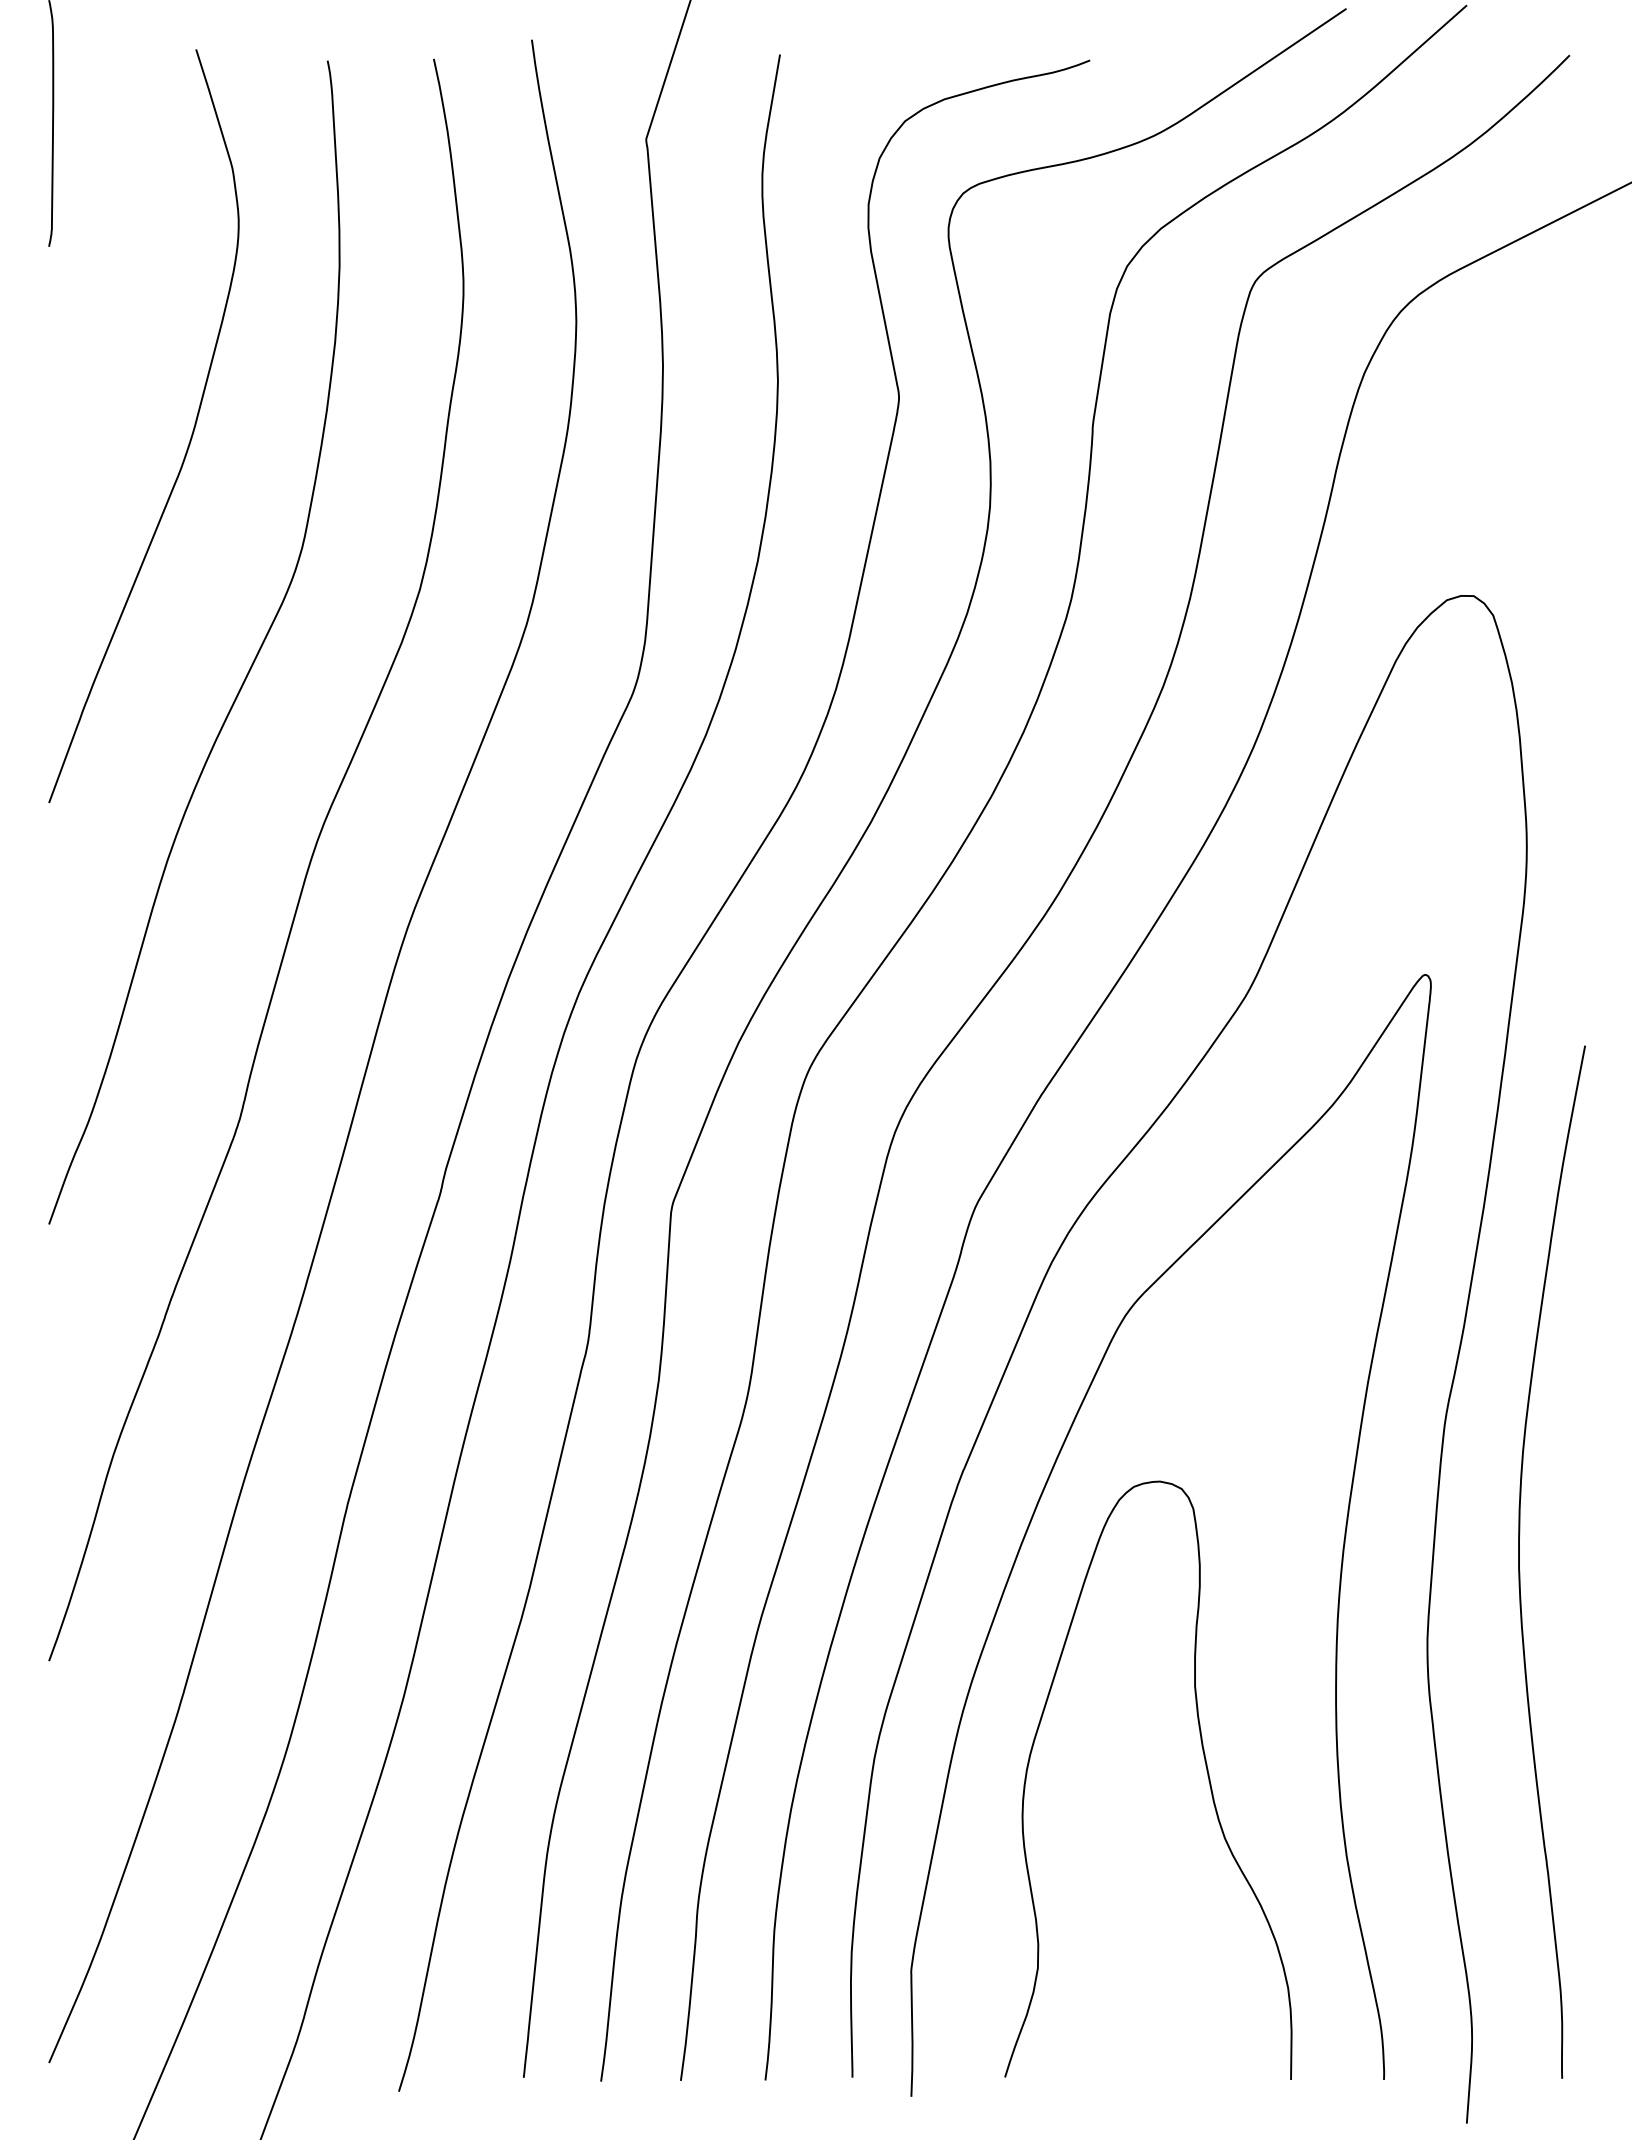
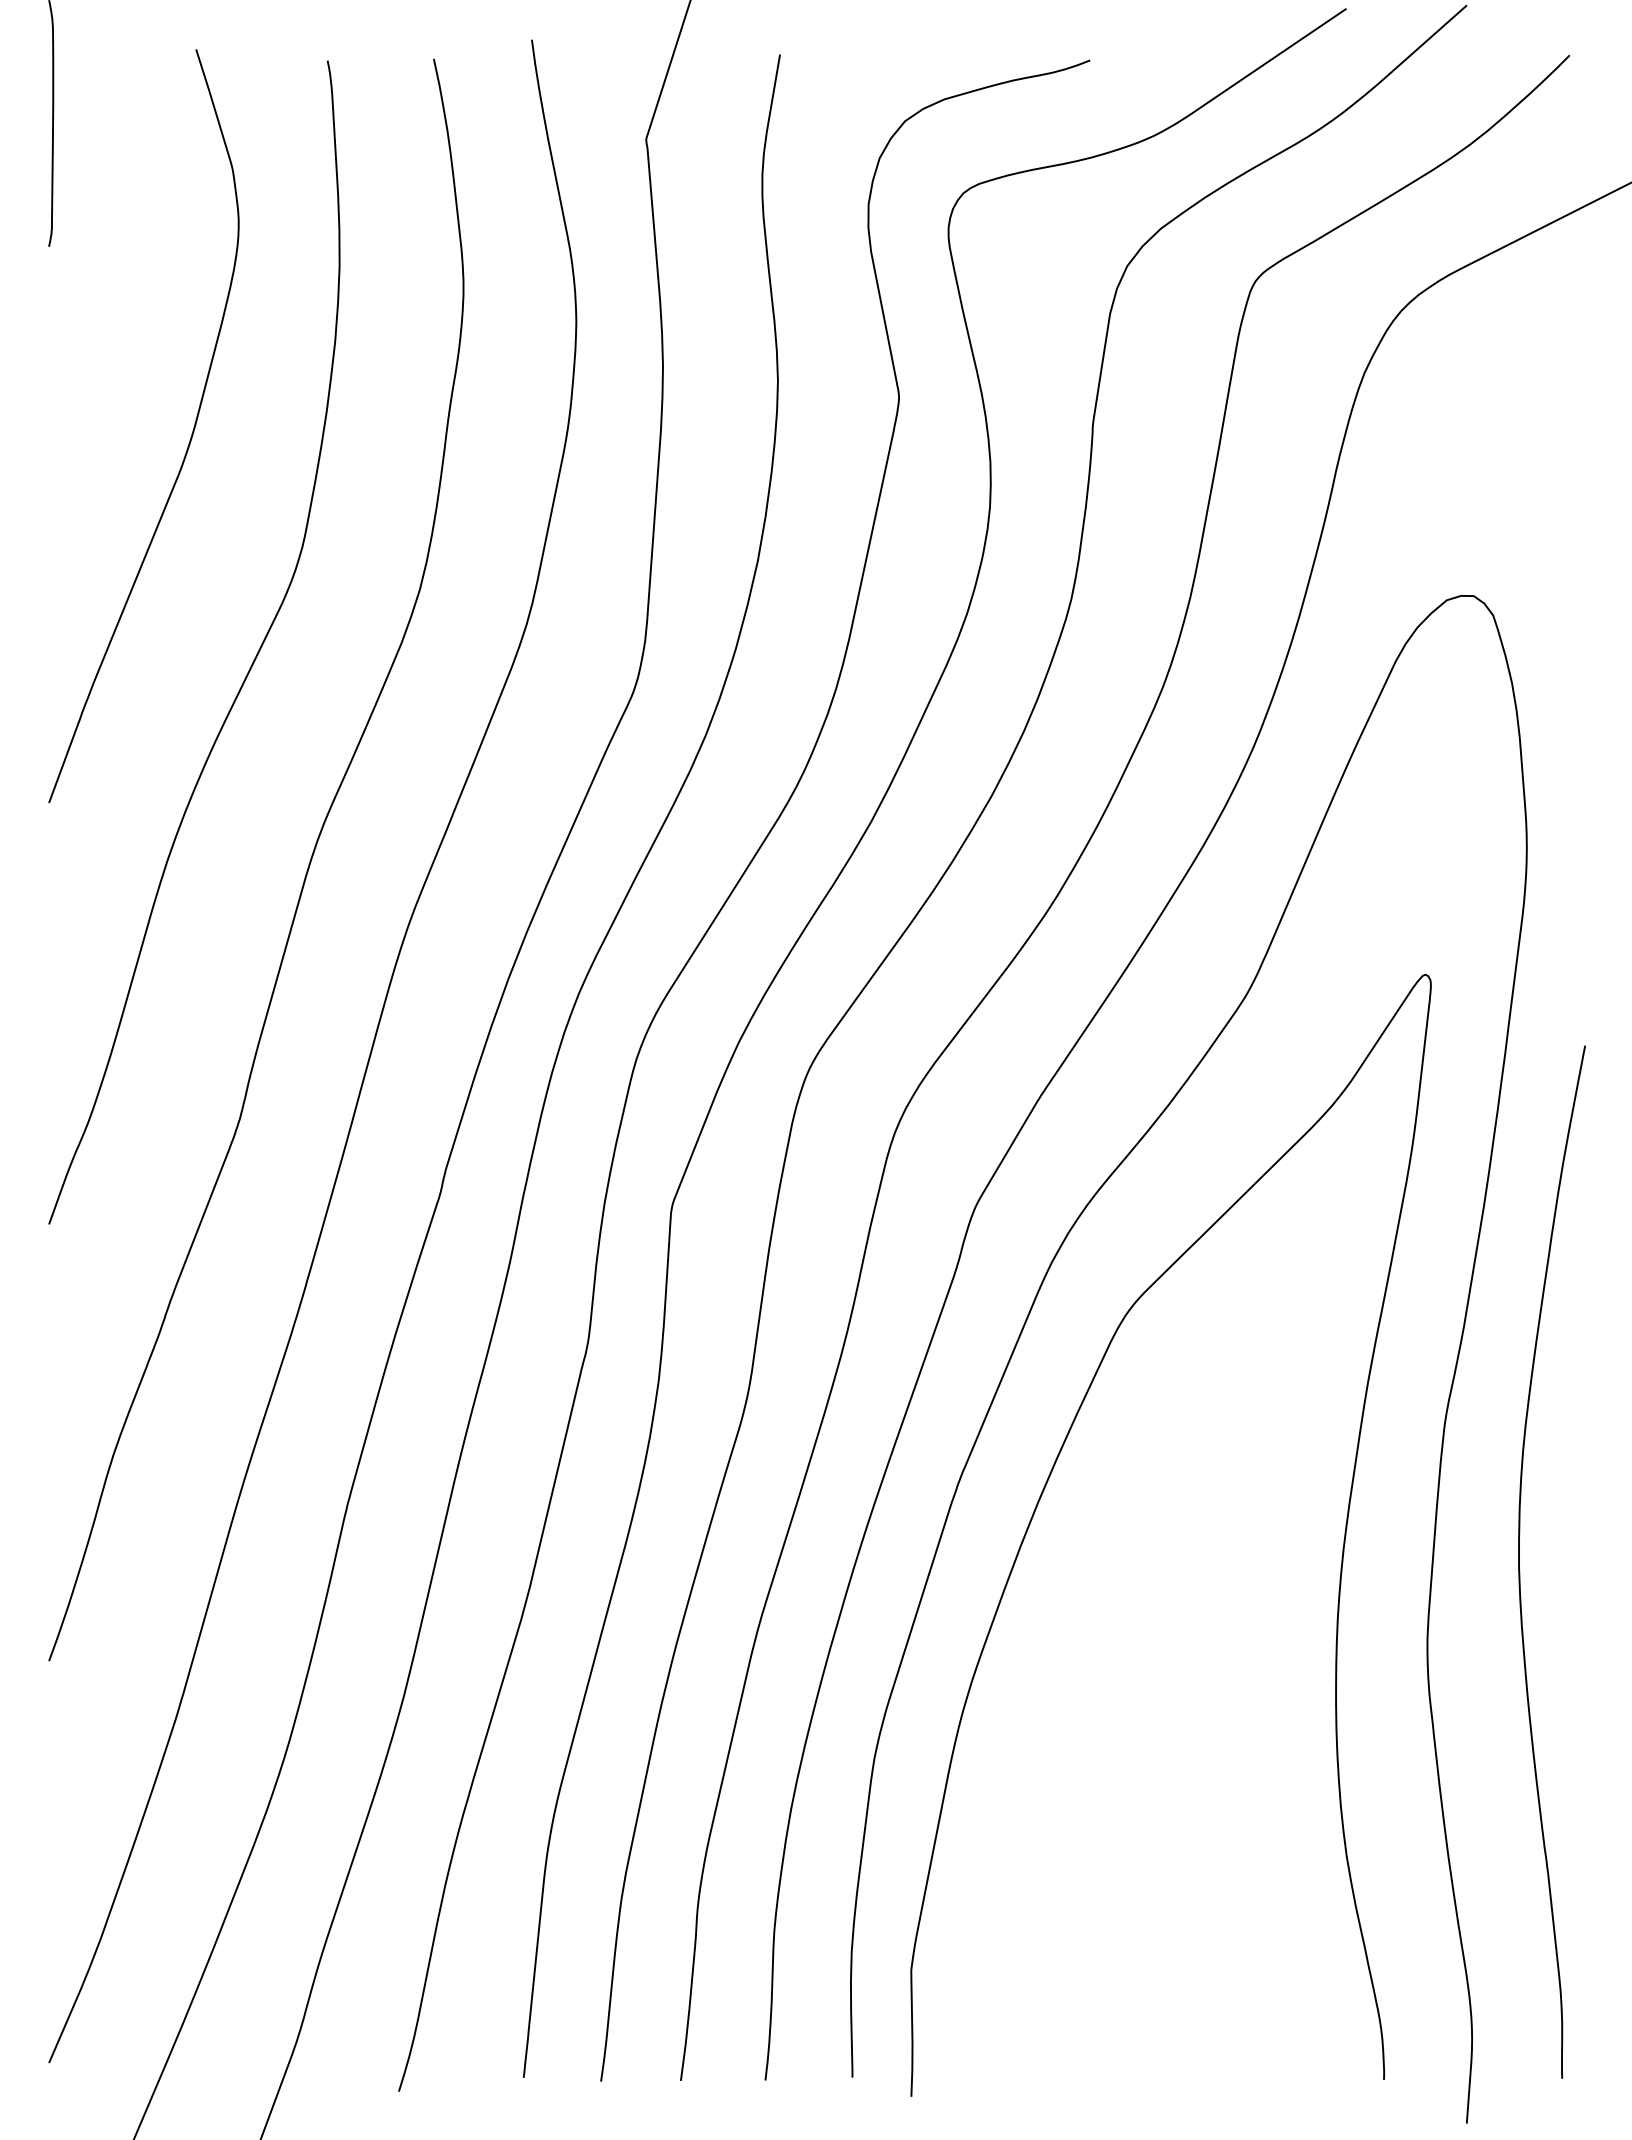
curve at (1205, 1766): present -> none
